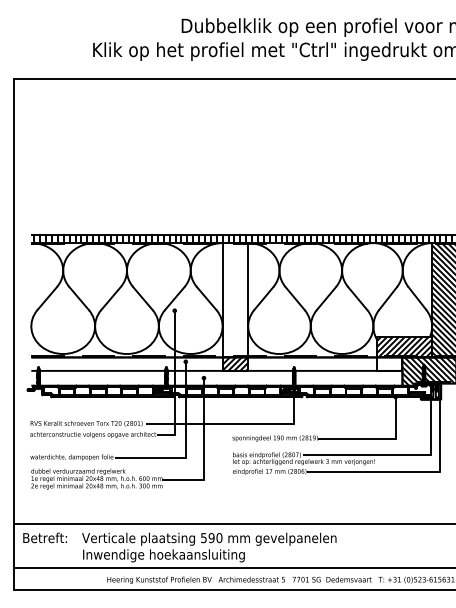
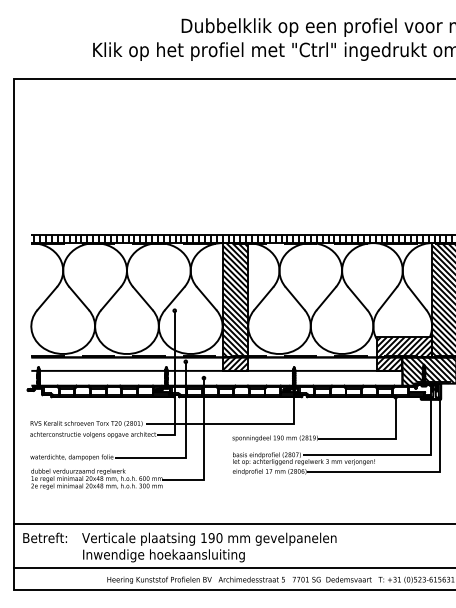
hatch at (235, 300): none -> present
hatch at (389, 363): none -> present
text at (203, 538): 590 -> 190
